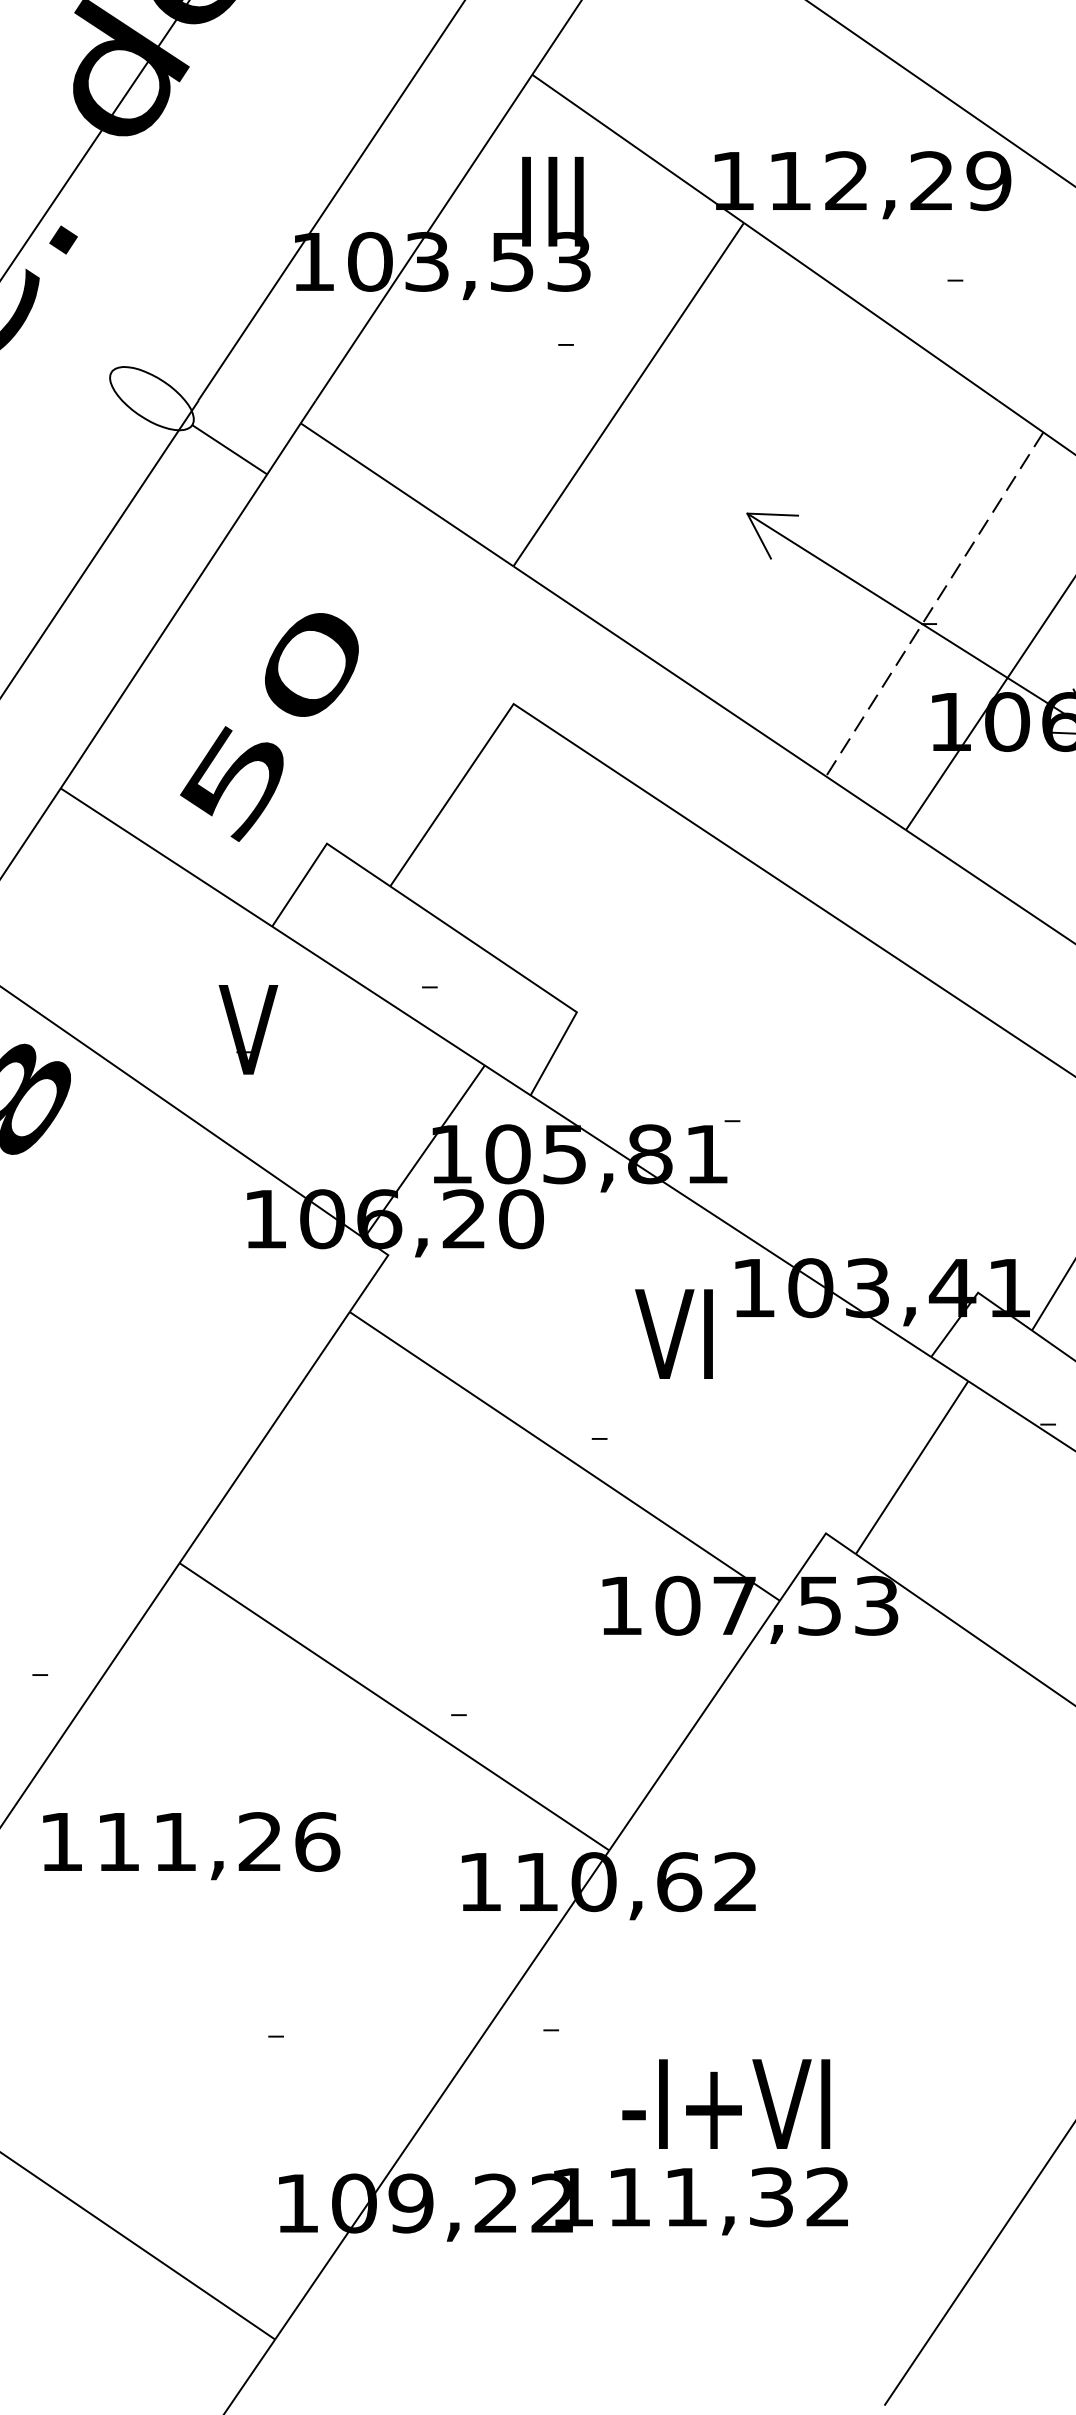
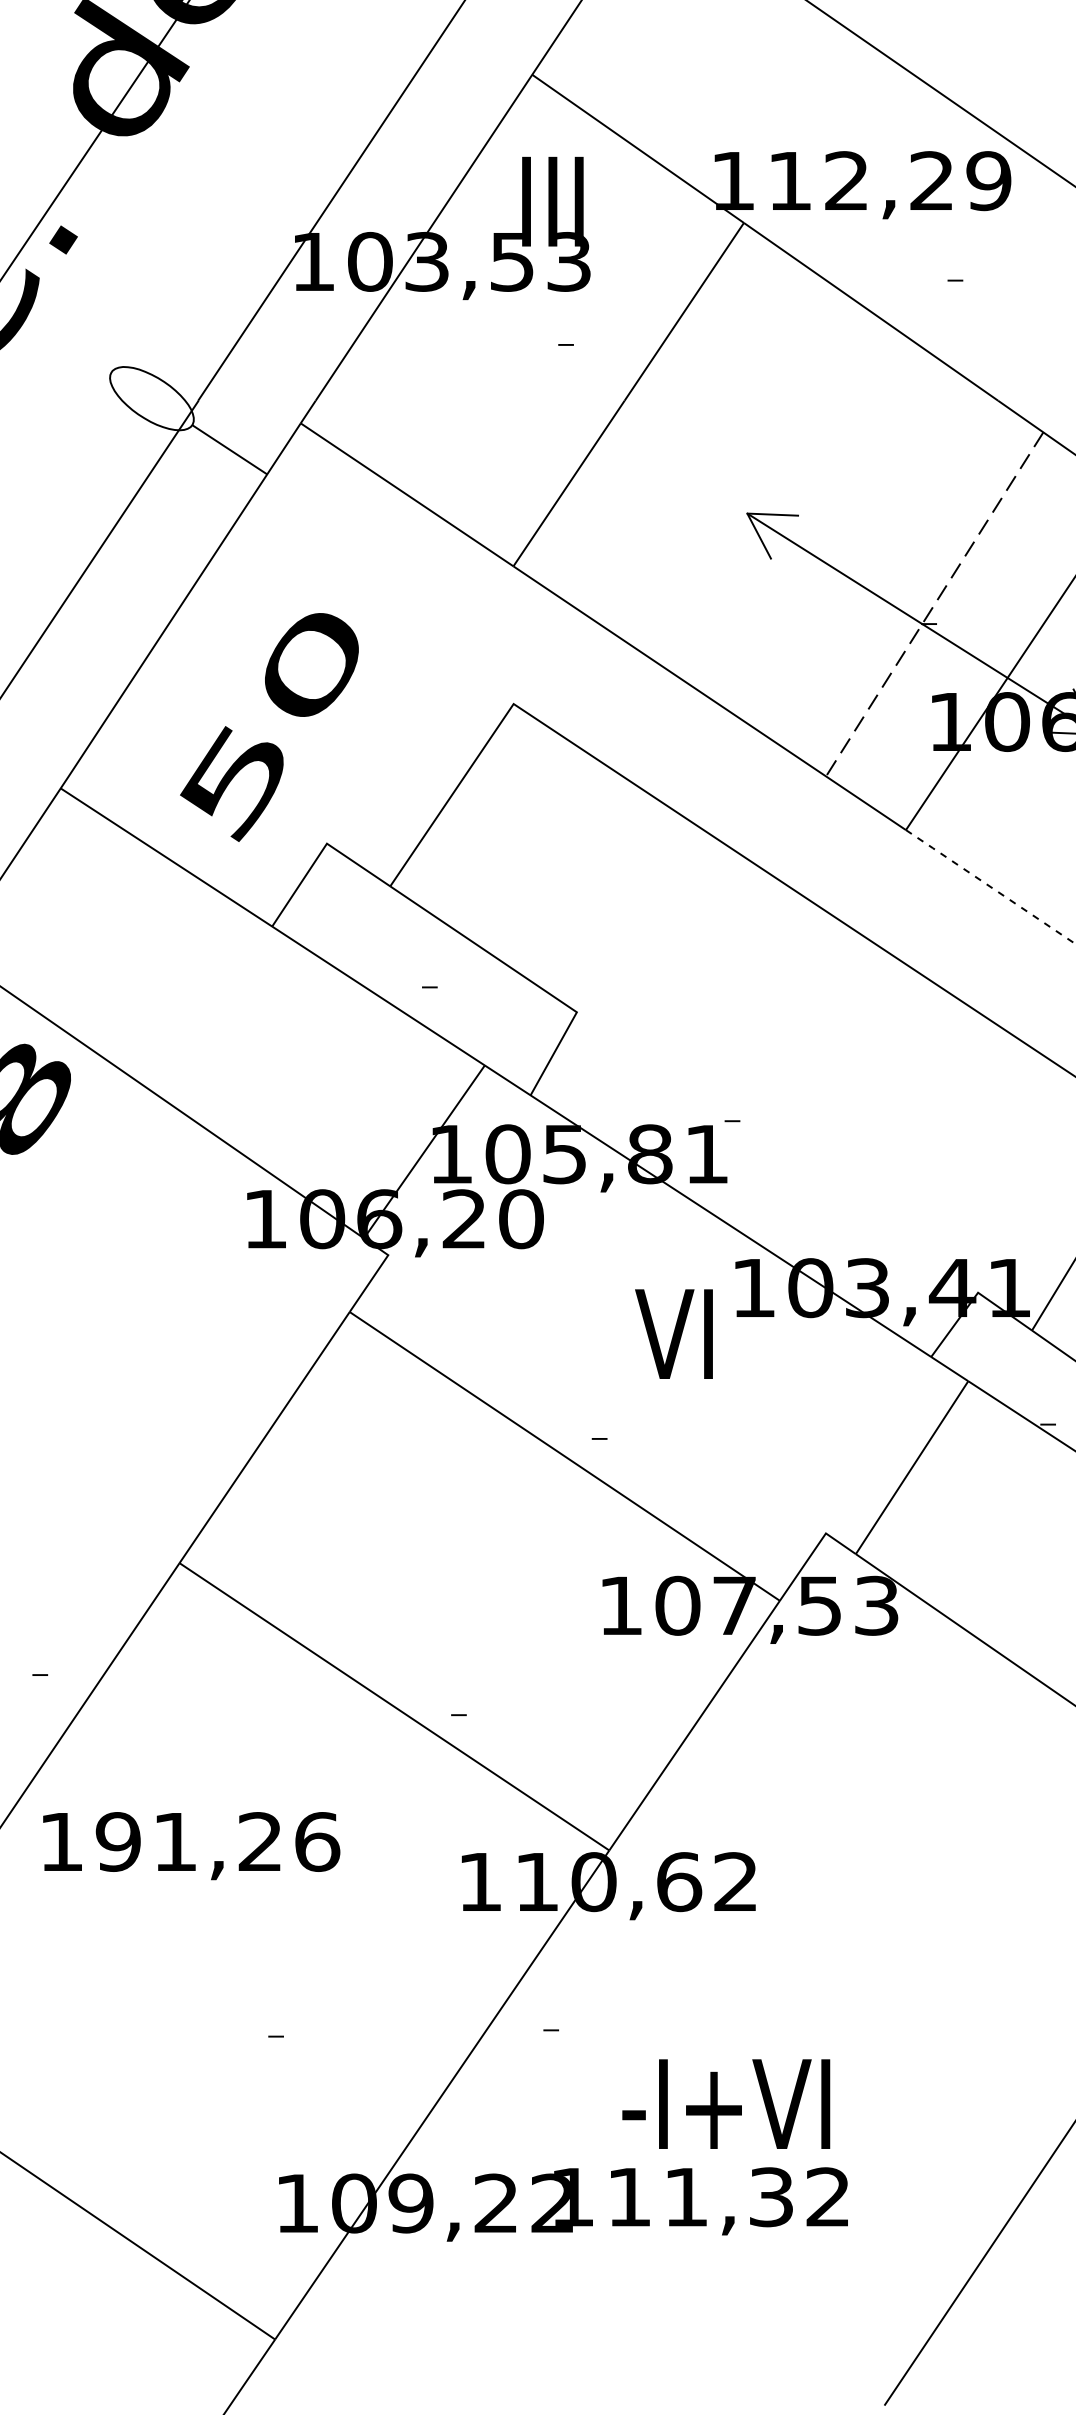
line at (990, 886): solid -> dashed
part at (240, 1030): present -> none
text at (117, 1841): 111,26 -> 191,26
